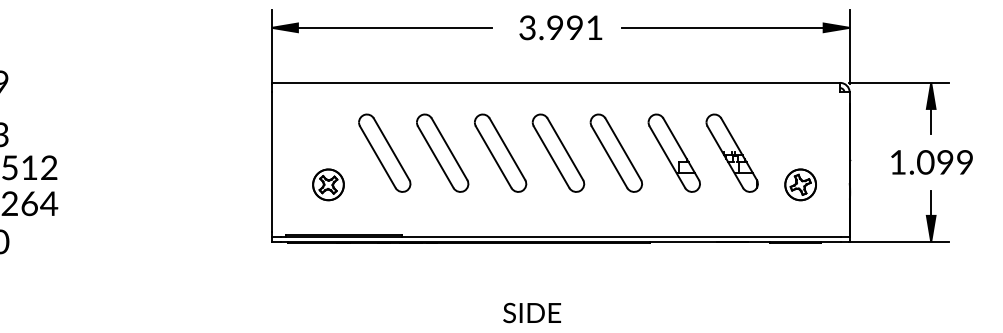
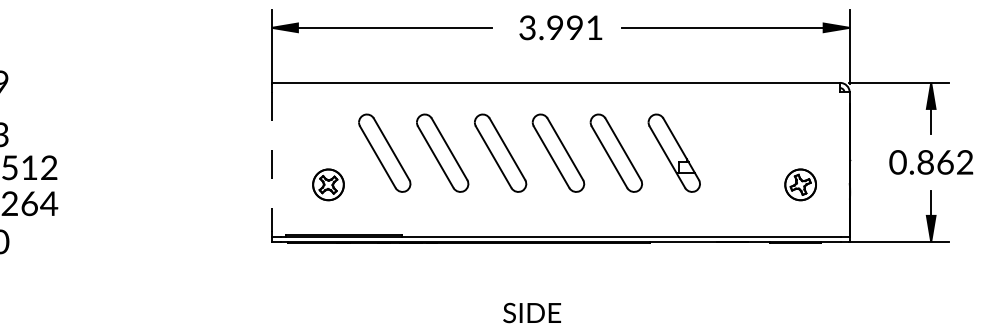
part at (731, 152): present -> none
line at (271, 162): solid -> dashed
text at (931, 162): 1.099 -> 0.862
